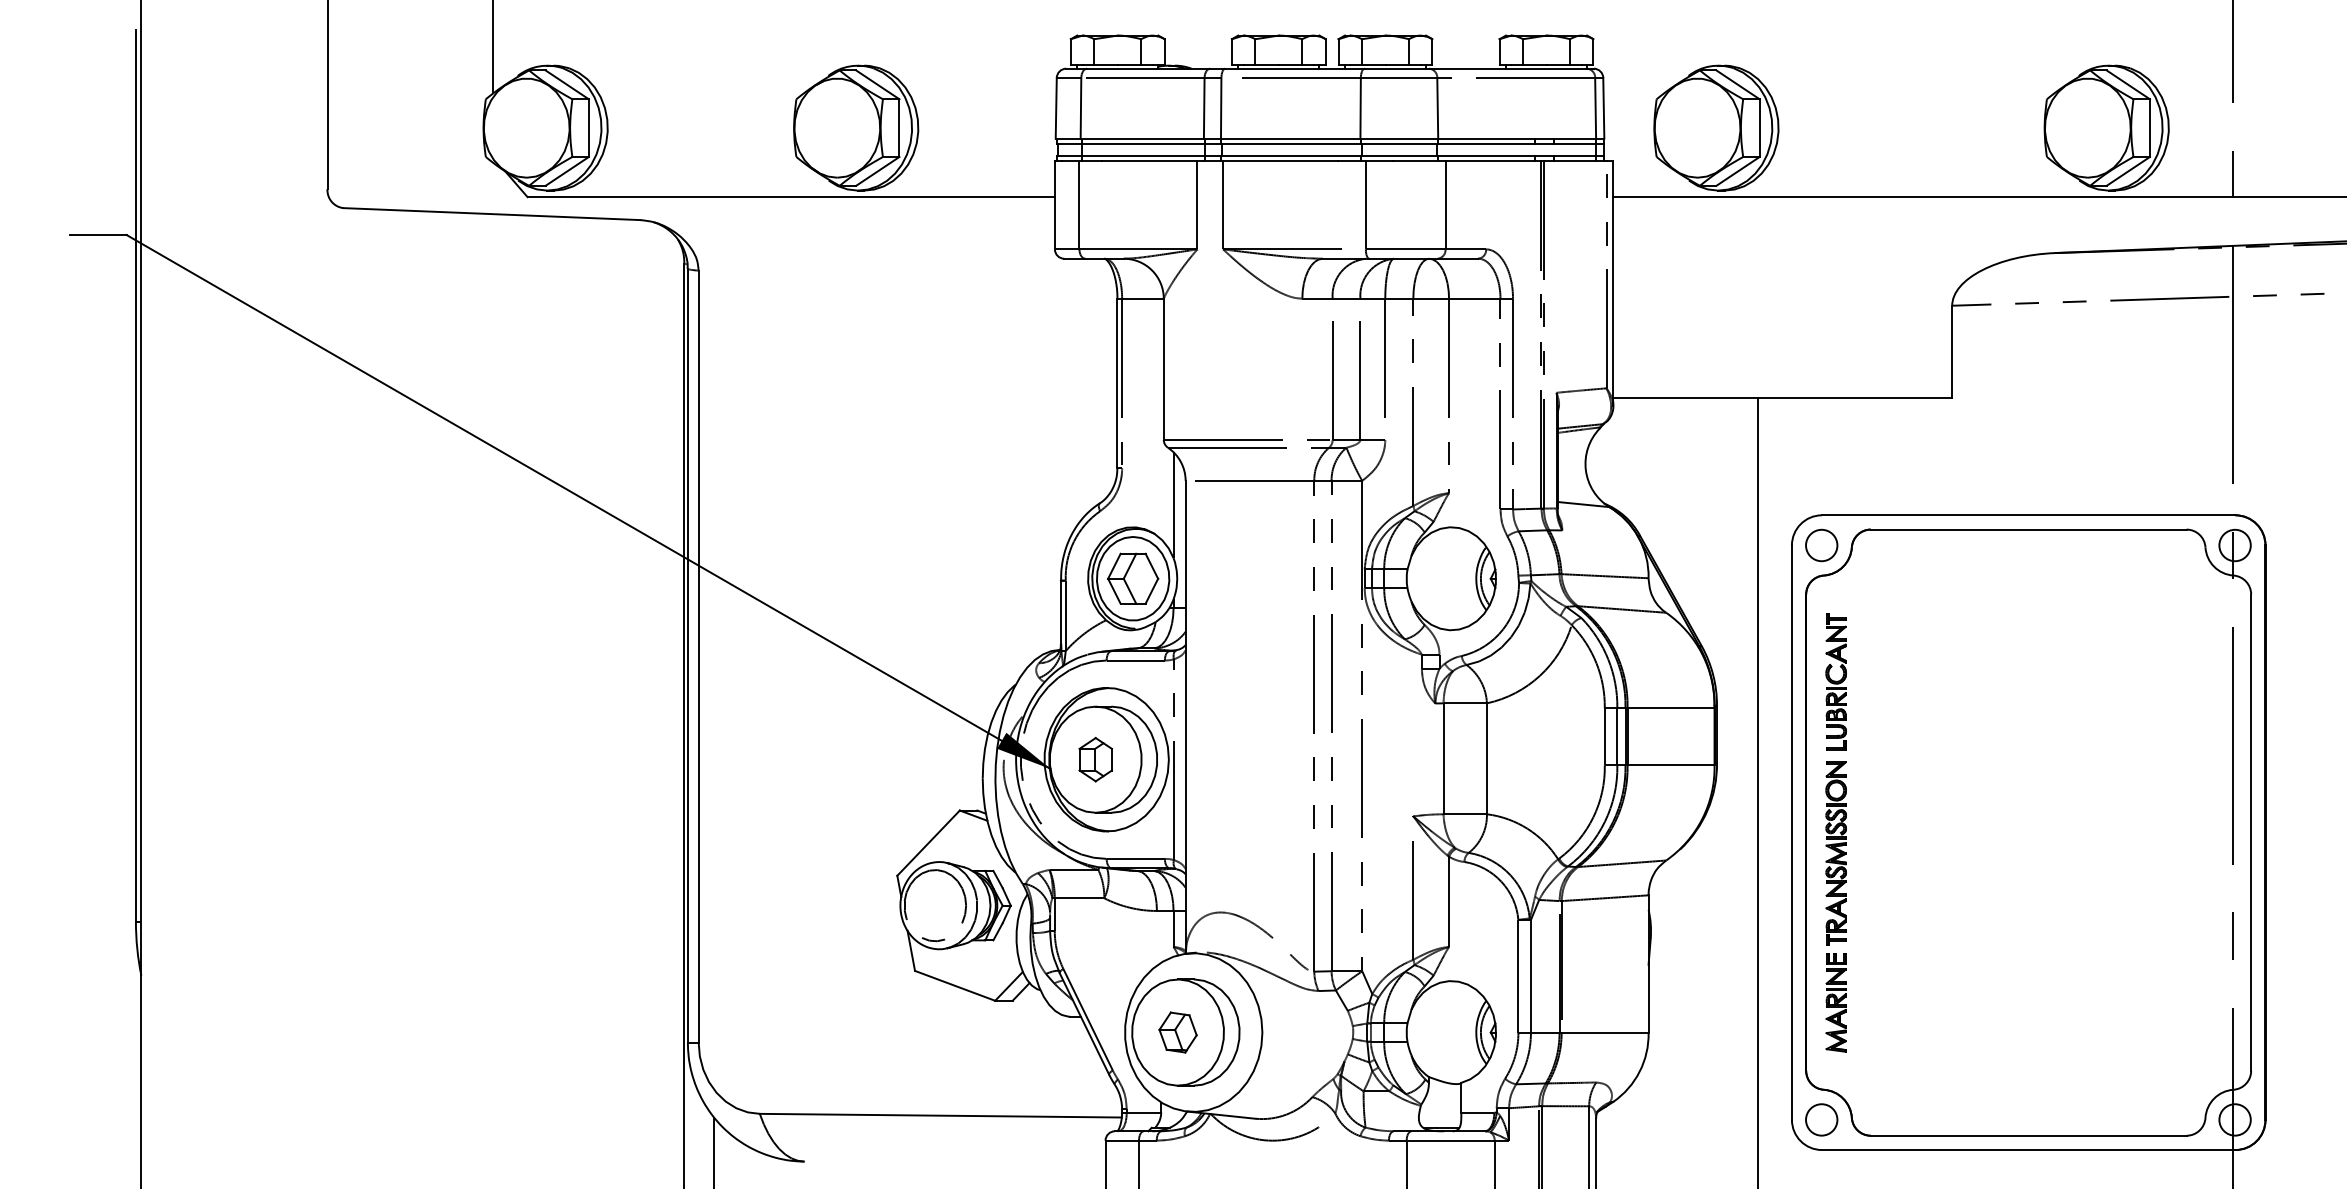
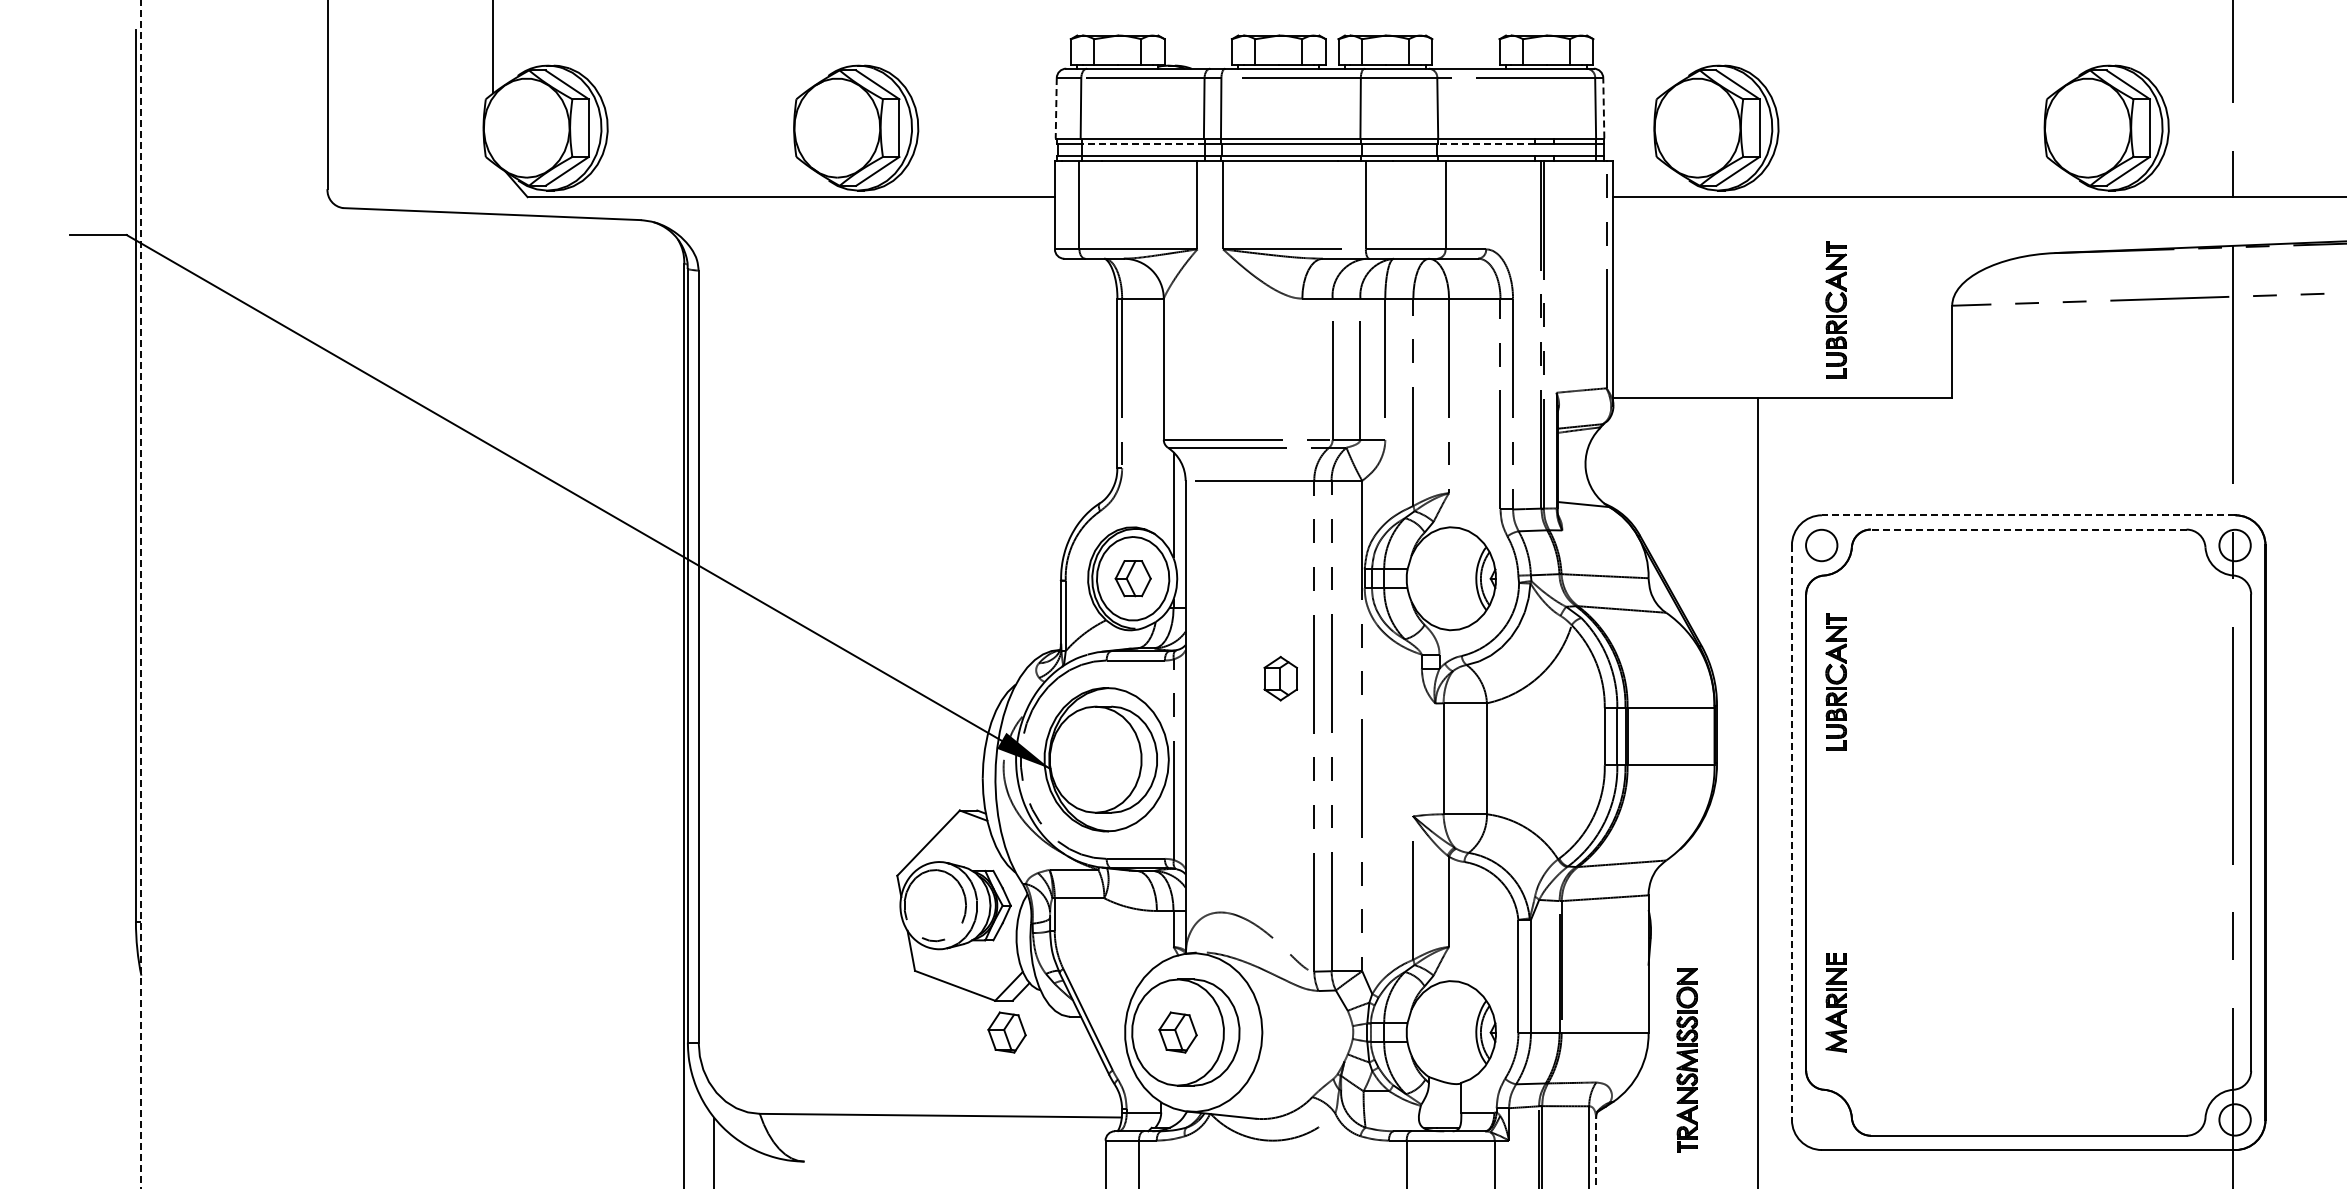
line at (1603, 107): solid -> dashed
line at (1056, 108): solid -> dashed
line at (1142, 143): solid -> dashed
line at (1486, 143): solid -> dashed
part at (1835, 309): none -> present
line at (2028, 515): solid -> dashed
line at (2028, 529): solid -> dashed
part at (1133, 578) size: 53x53 px -> 38x38 px
line at (141, 594): solid -> dashed
part at (1095, 759) position: (1095, 759) -> (1280, 678)
line at (1791, 833): solid -> dashed
part at (1835, 853) position: (1835, 853) -> (1686, 1060)
part at (1006, 1032): none -> present
circle at (1821, 1119): present -> none
line at (1596, 1153): solid -> dashed
